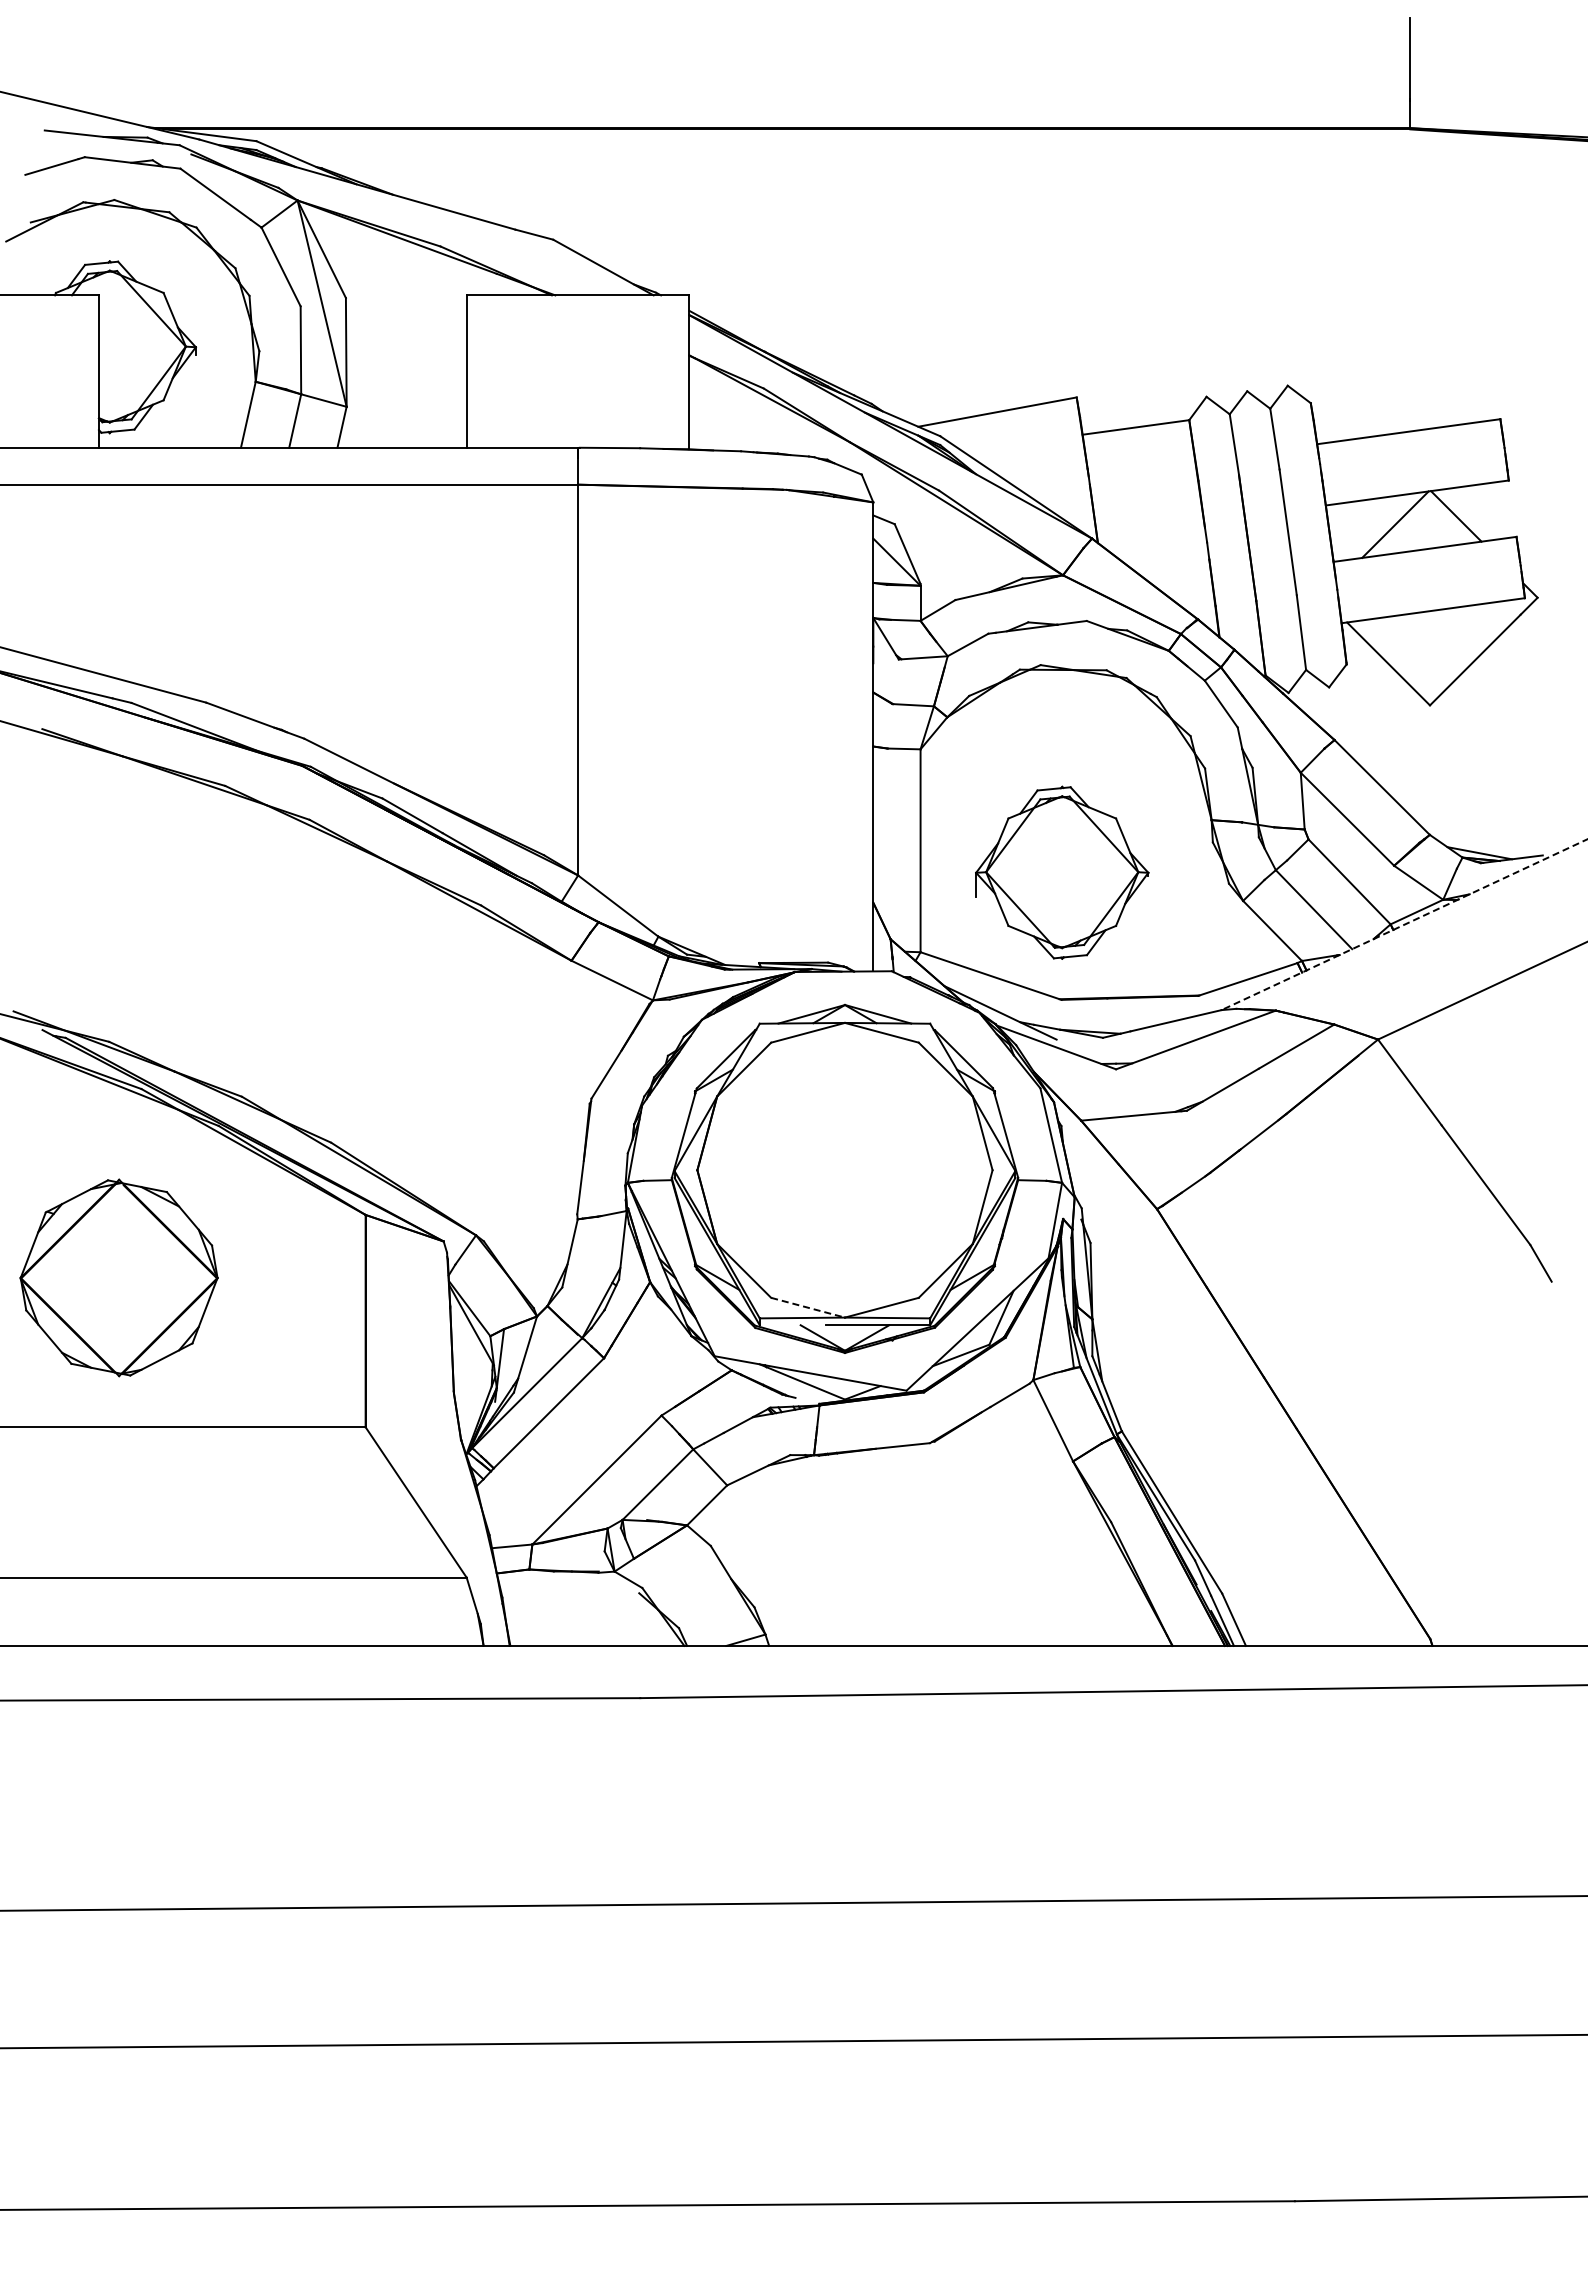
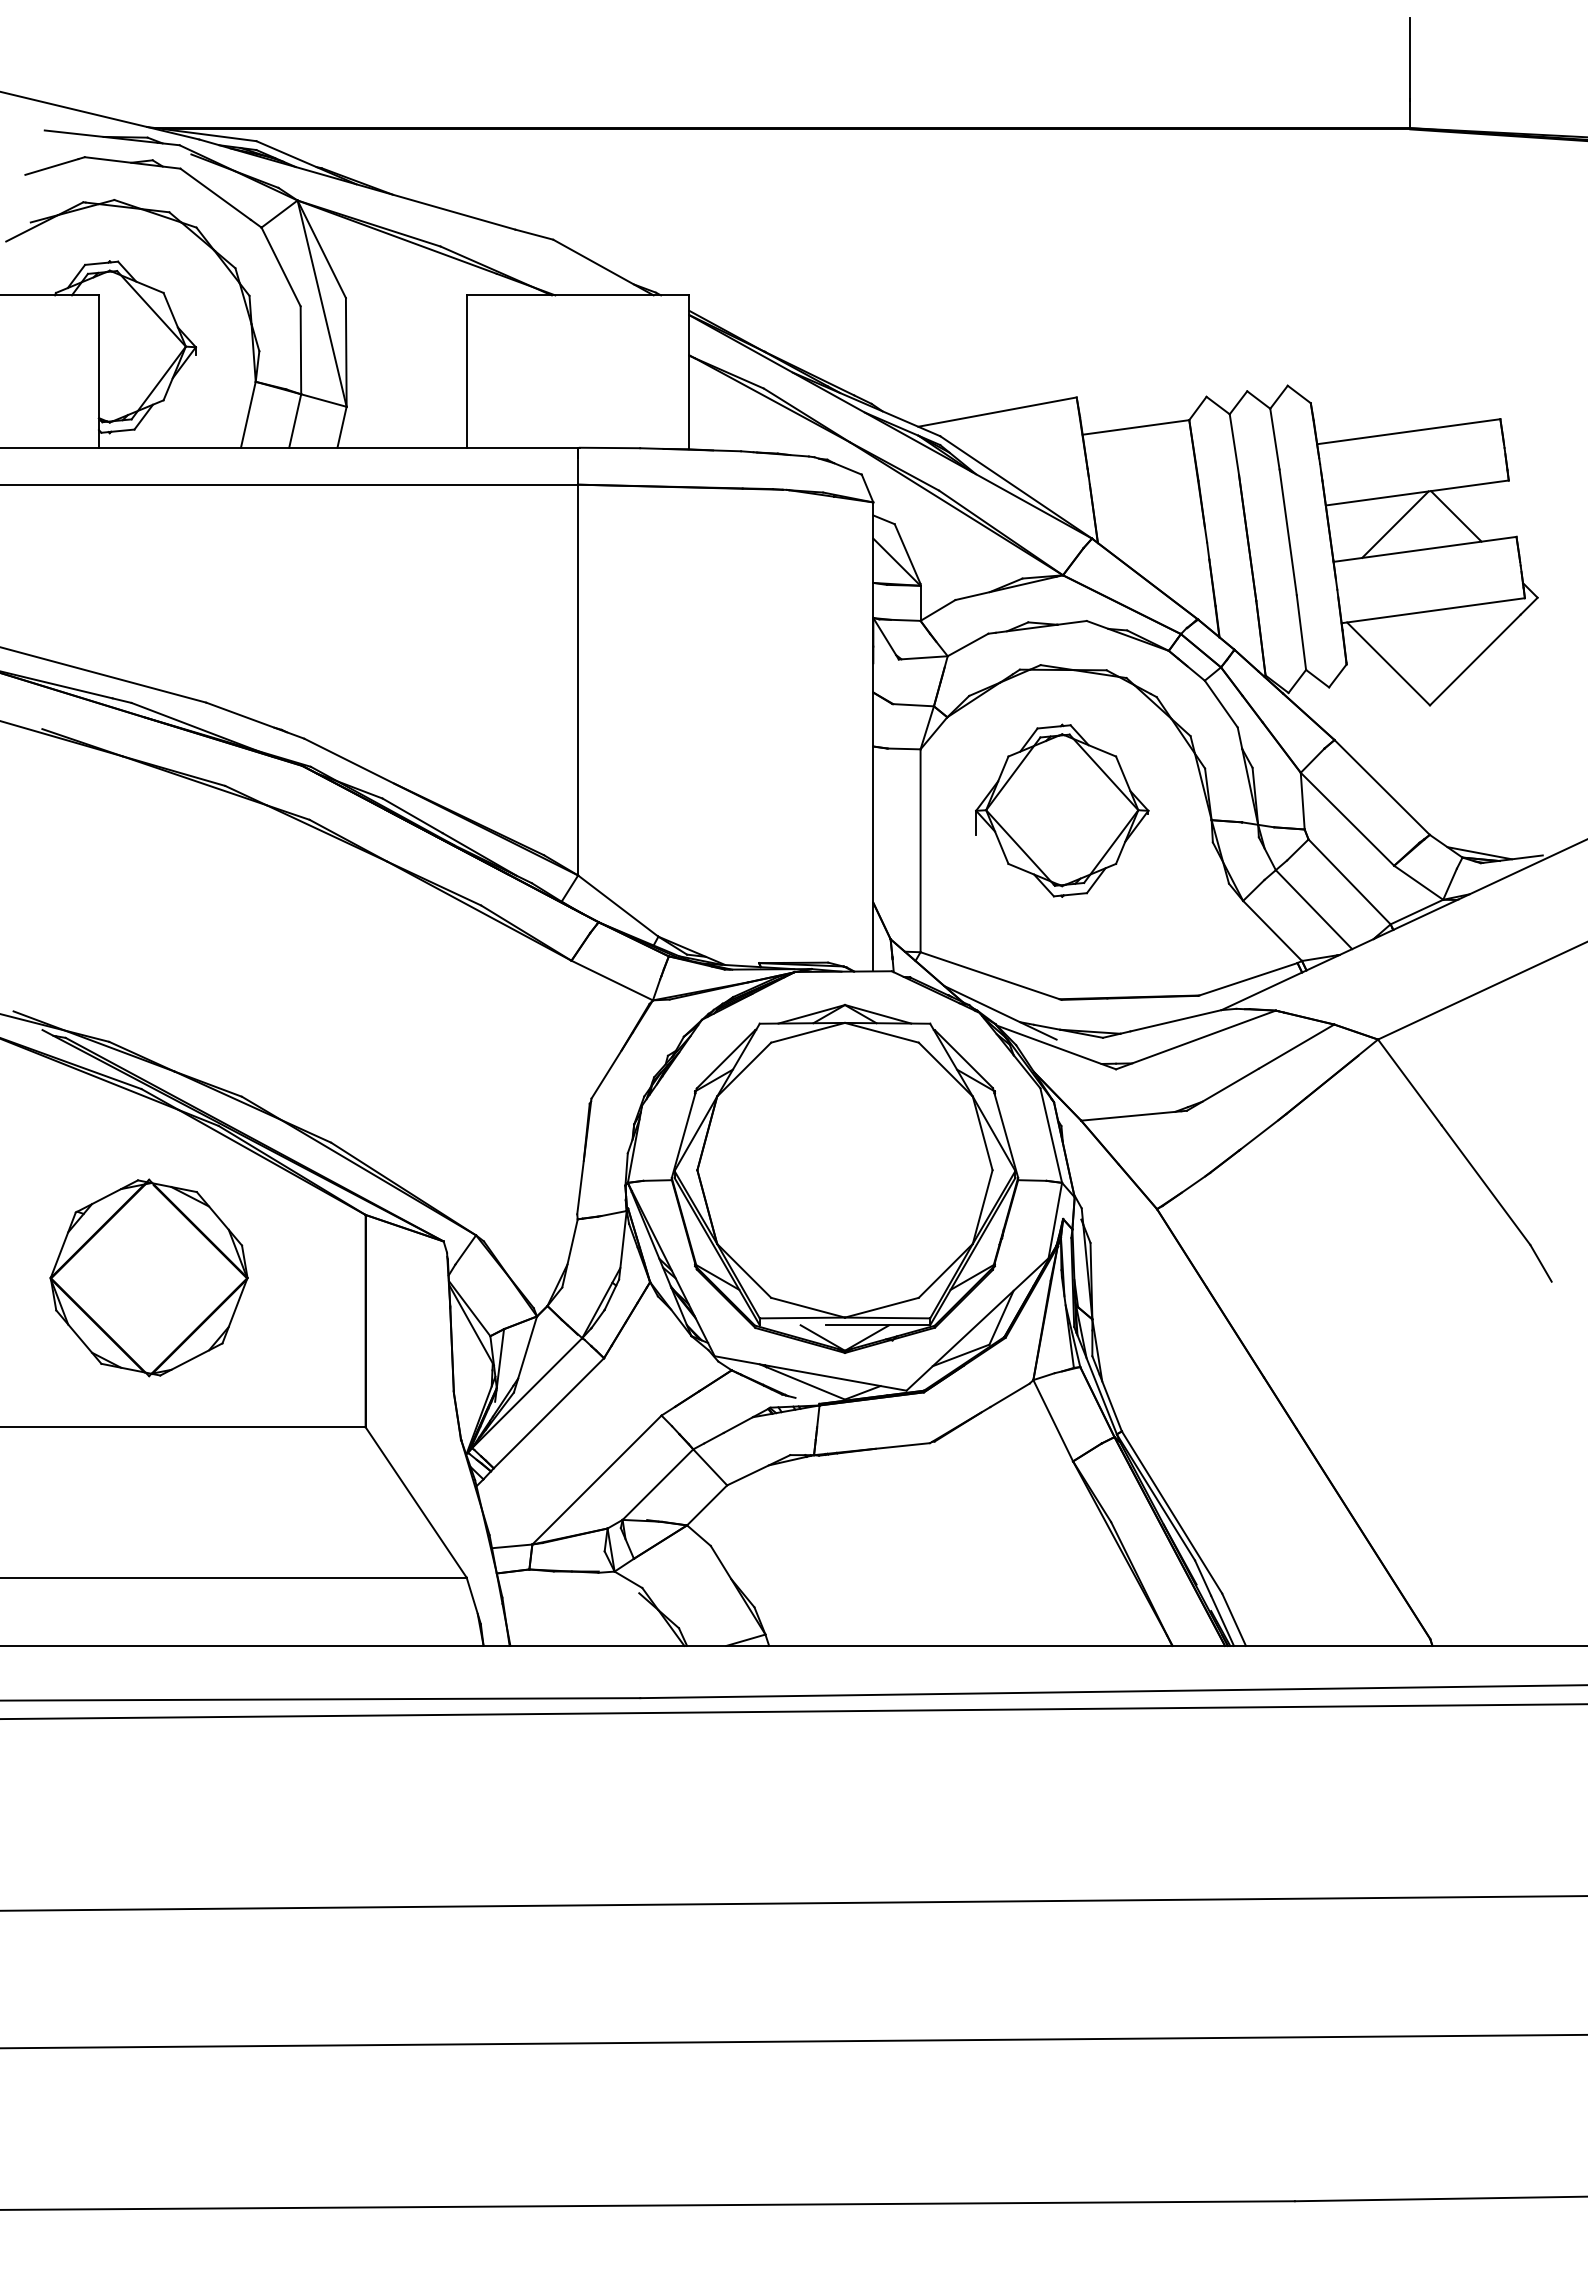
part at (1062, 872) position: (1062, 872) -> (1062, 810)
line at (1404, 924): dashed -> solid
part at (118, 1277) position: (118, 1277) -> (148, 1277)
line at (808, 1307): dashed -> solid
line at (793, 1711): none -> present
